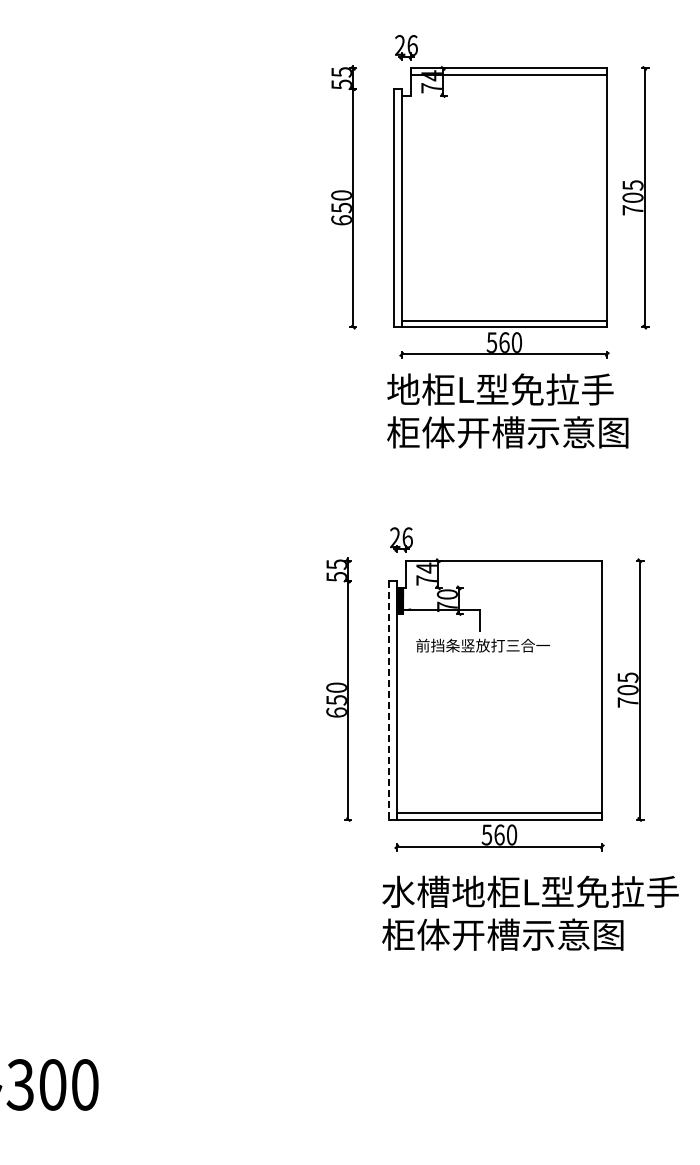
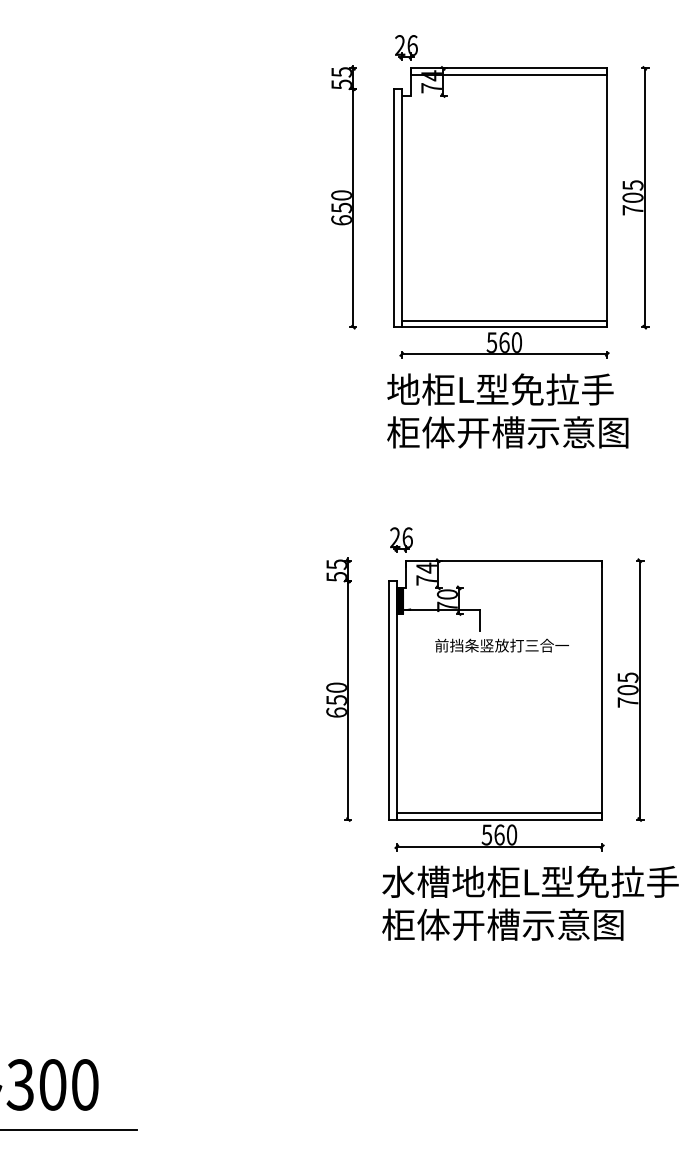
text at (482, 645) position: (482, 645) -> (501, 645)
line at (389, 700): dashed -> solid
text at (530, 912) position: (530, 912) -> (530, 902)
line at (69, 1130): none -> present
